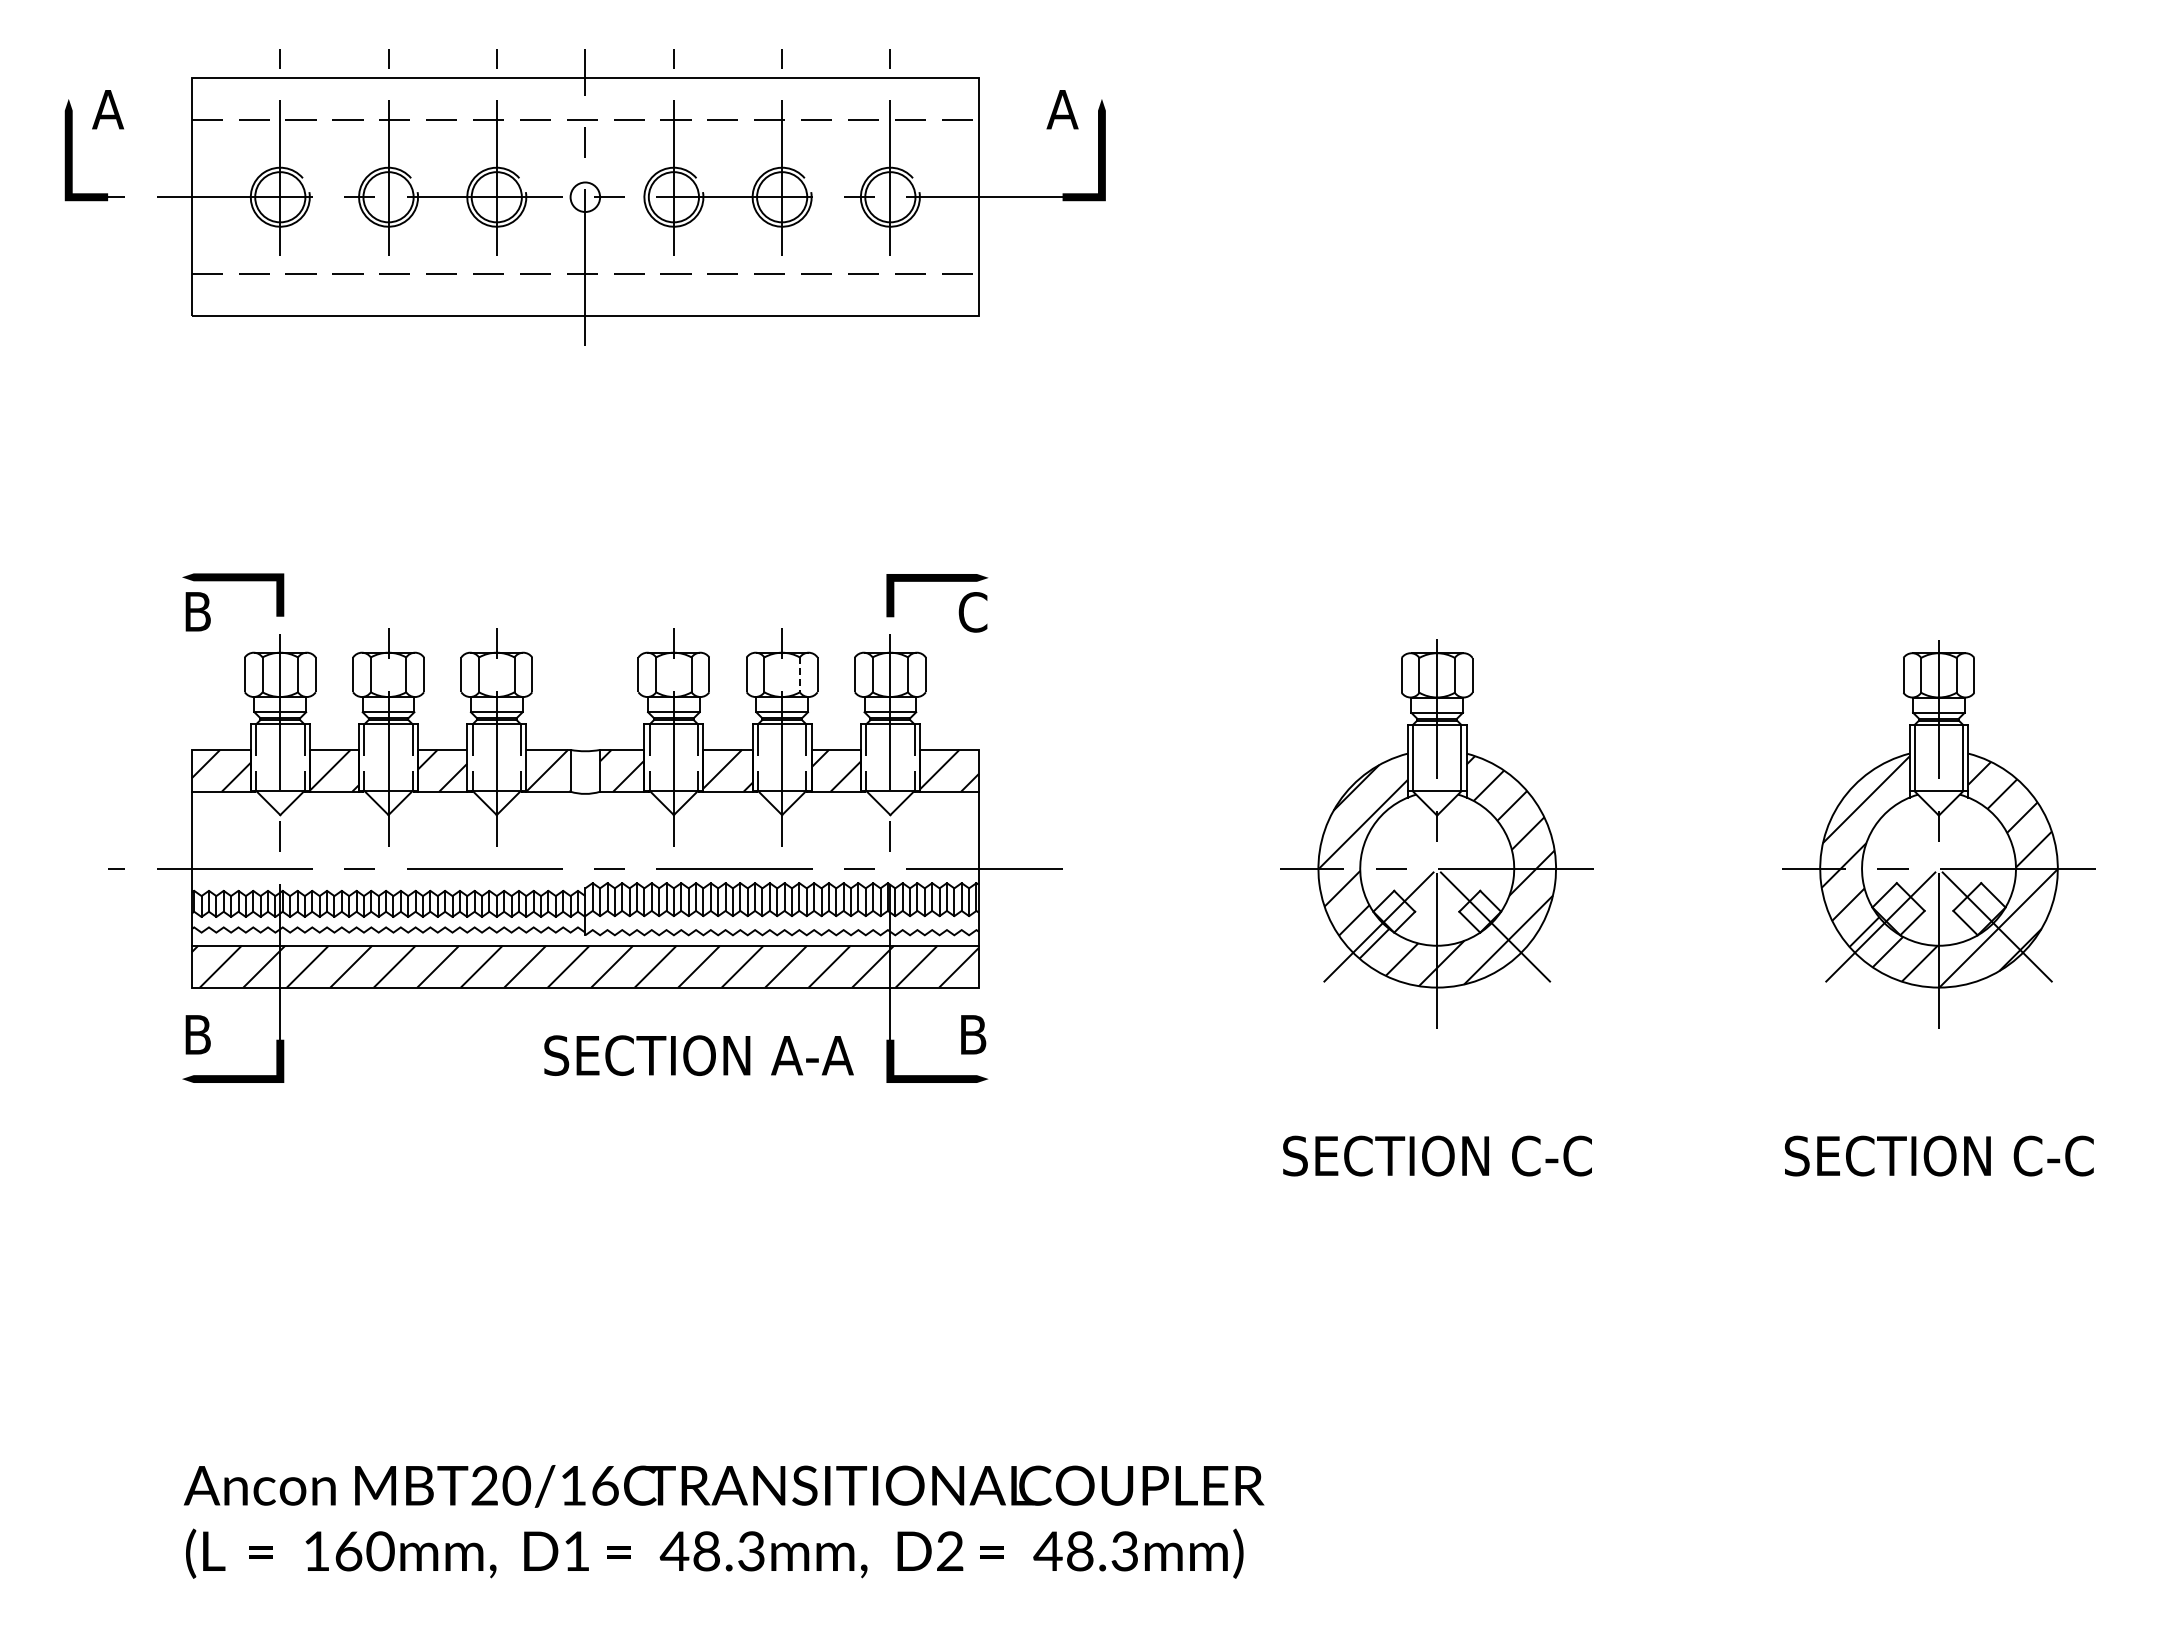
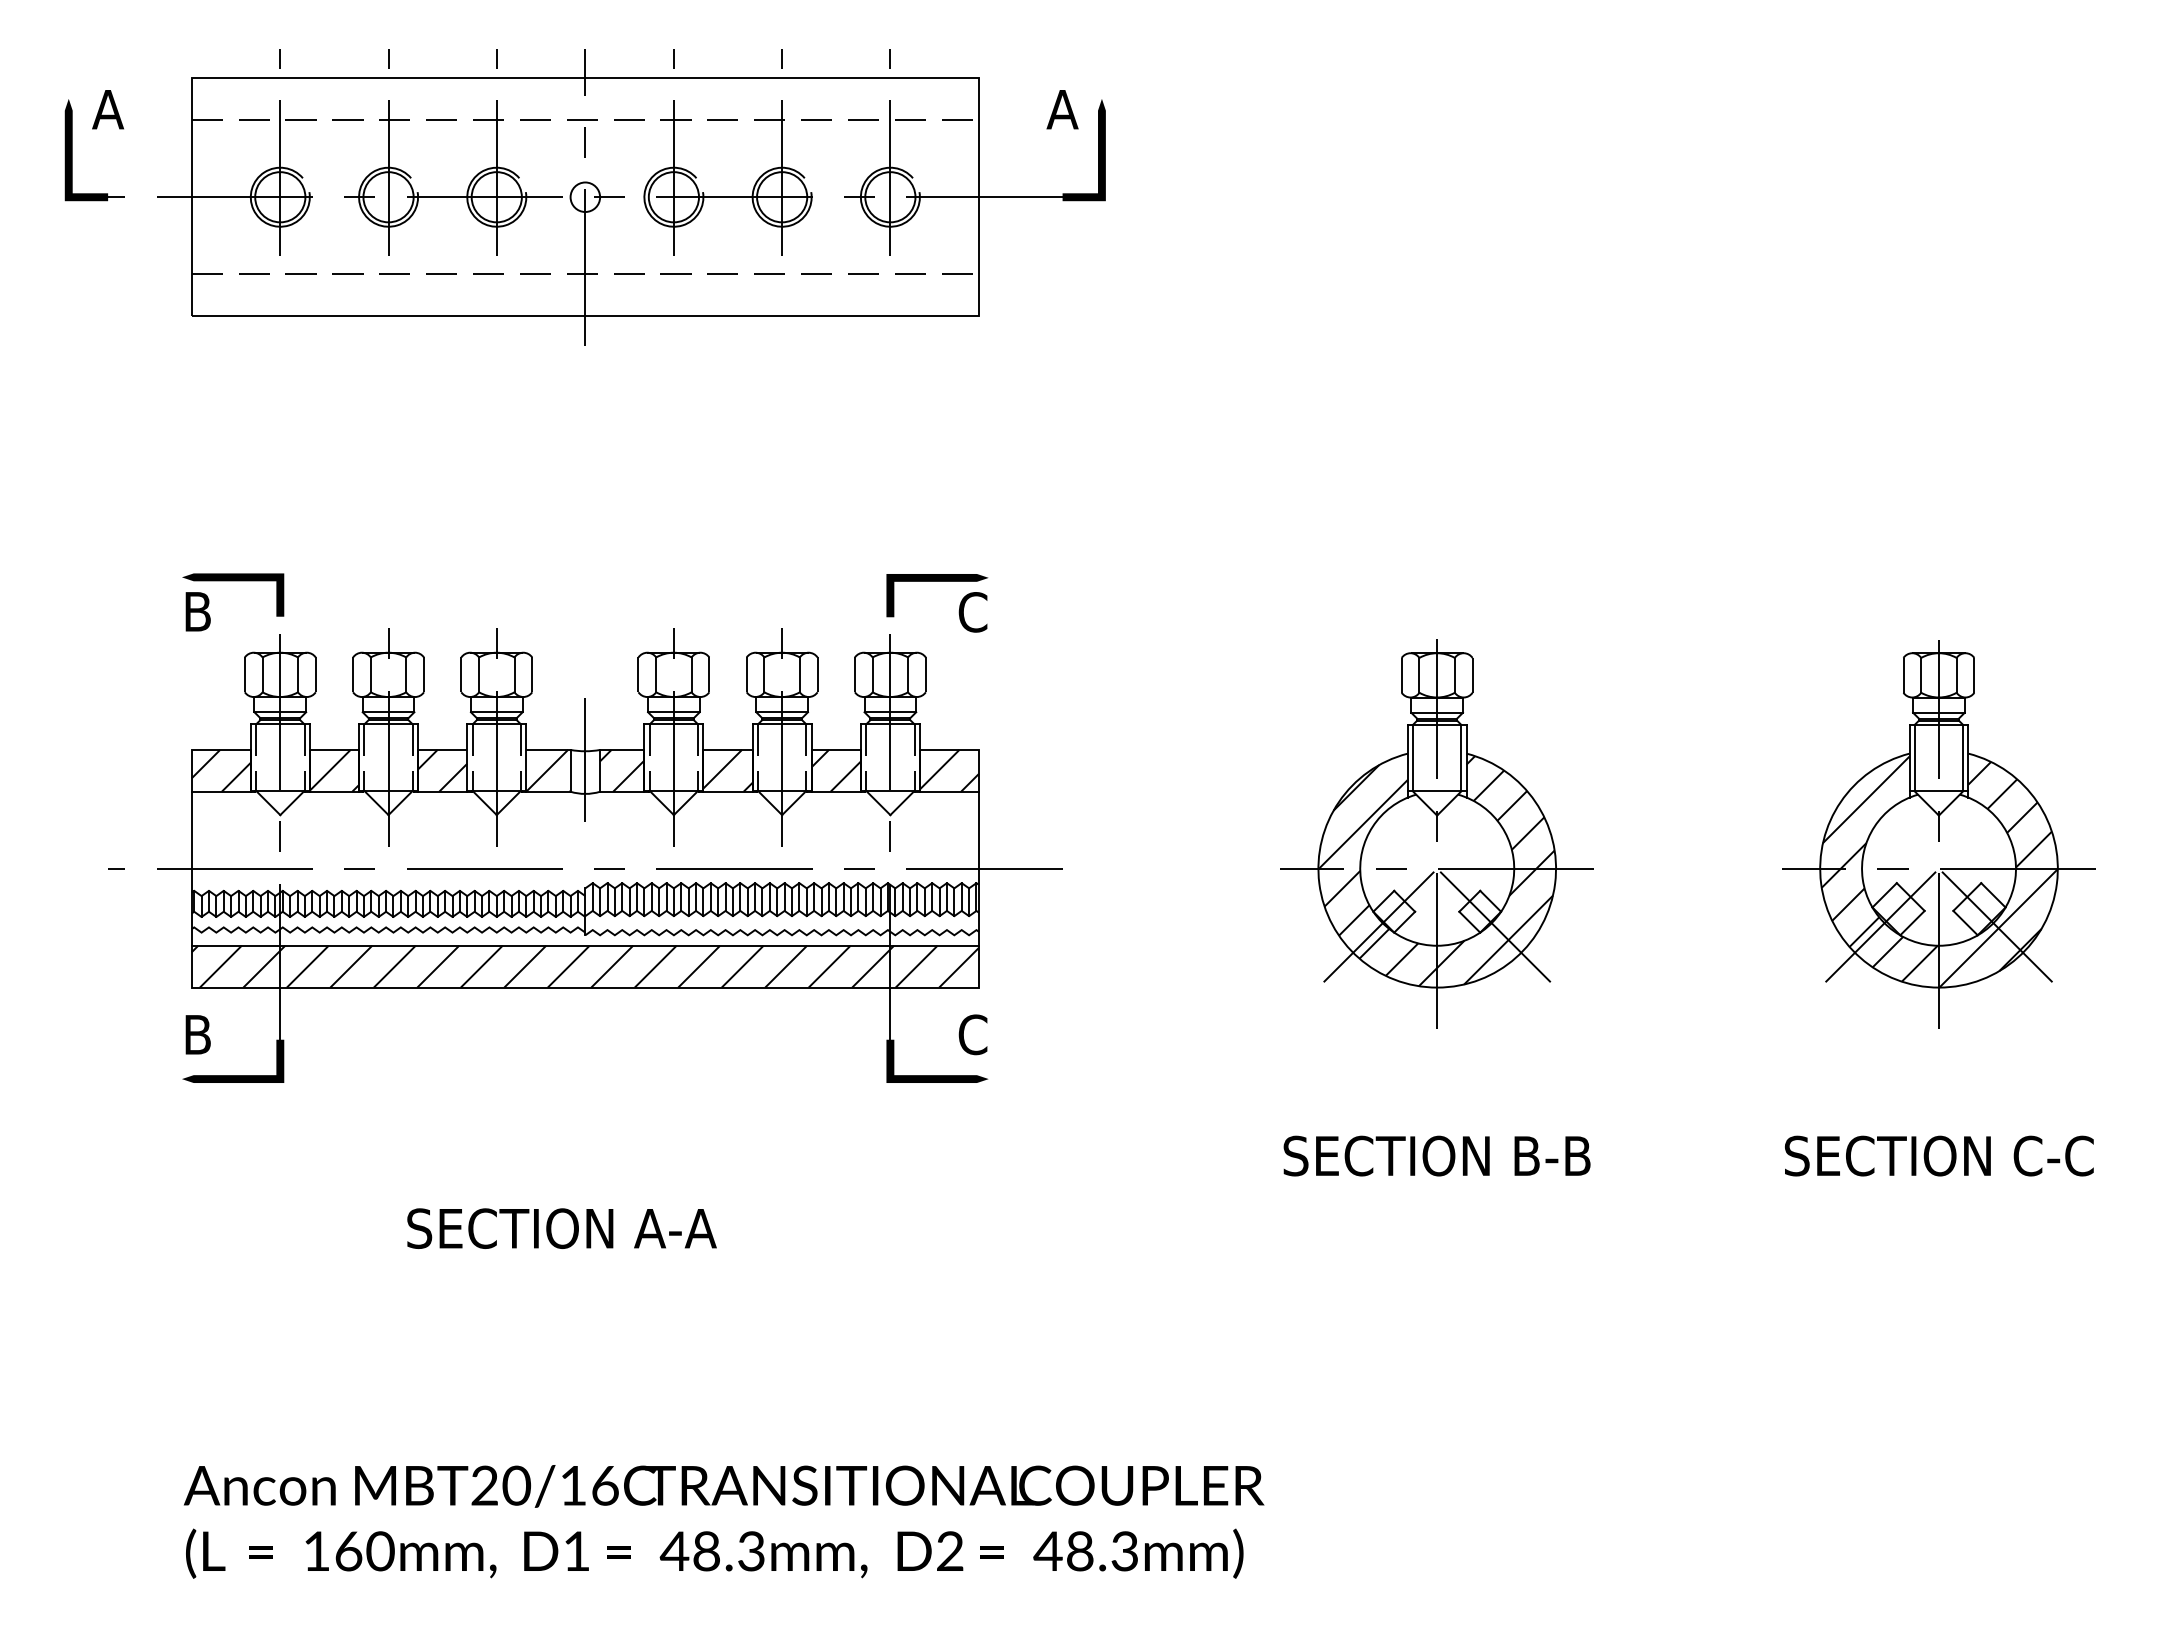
line at (799, 675): dashed -> solid
line at (585, 759): none -> present
text at (972, 1034): B -> C
text at (698, 1055) position: (698, 1055) -> (561, 1228)
text at (1437, 1155): SECTION C-C -> SECTION B-B
